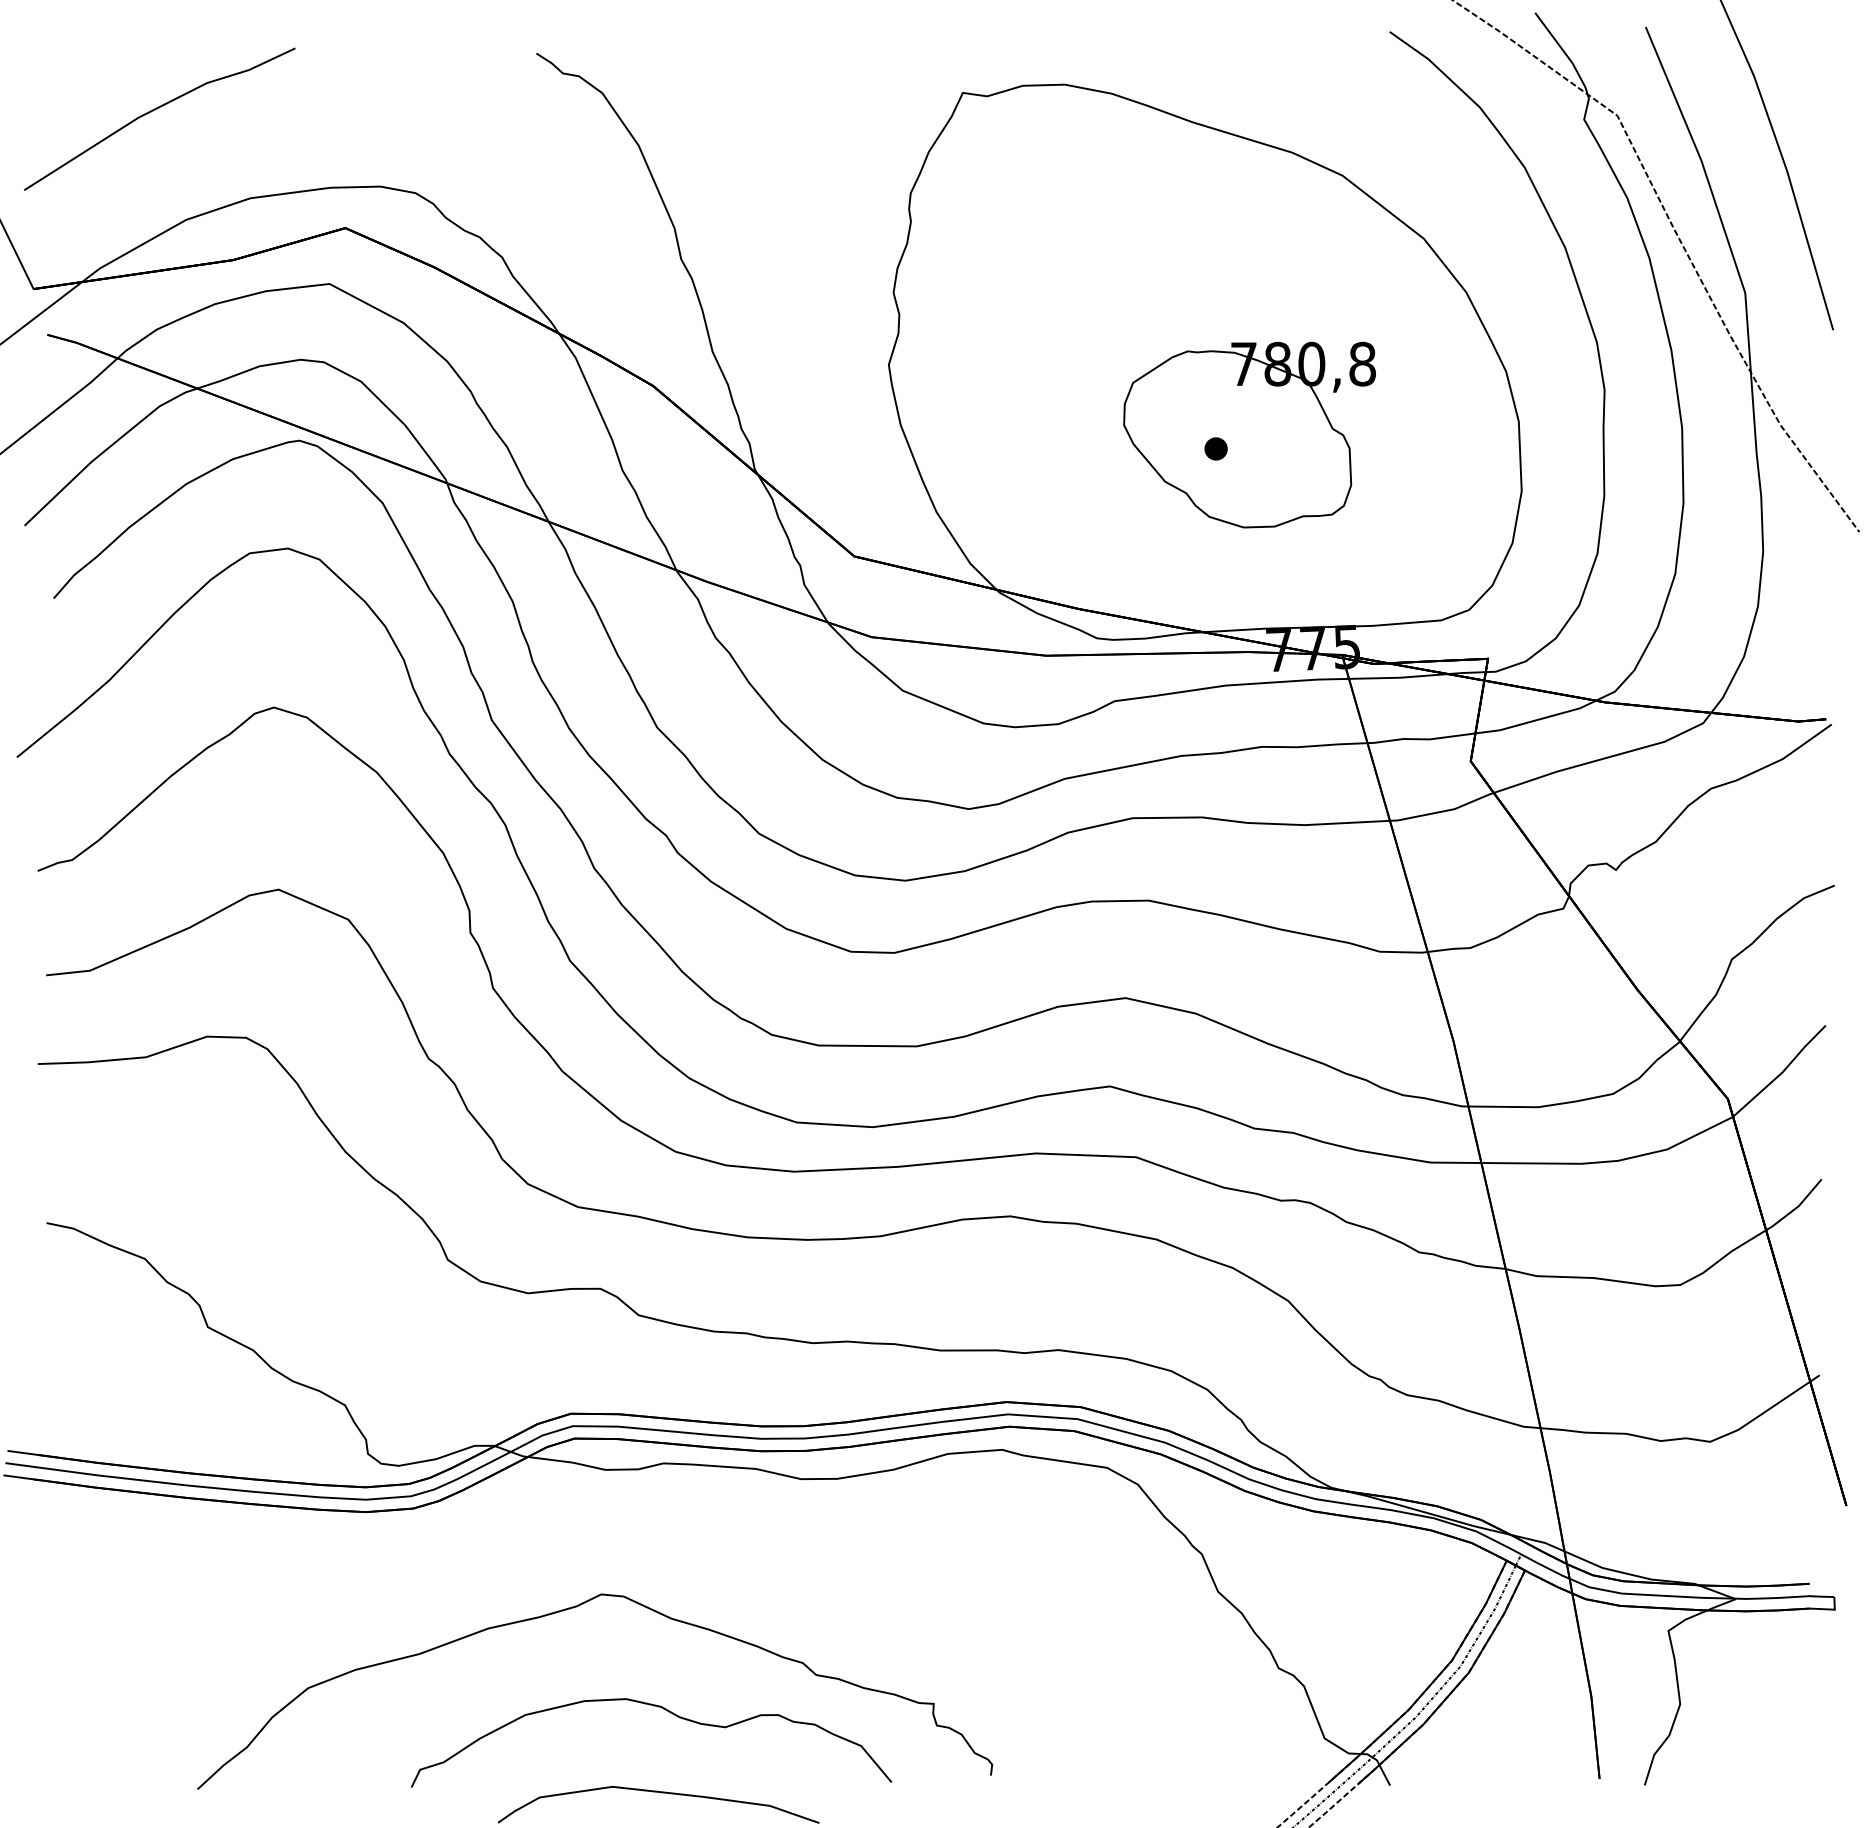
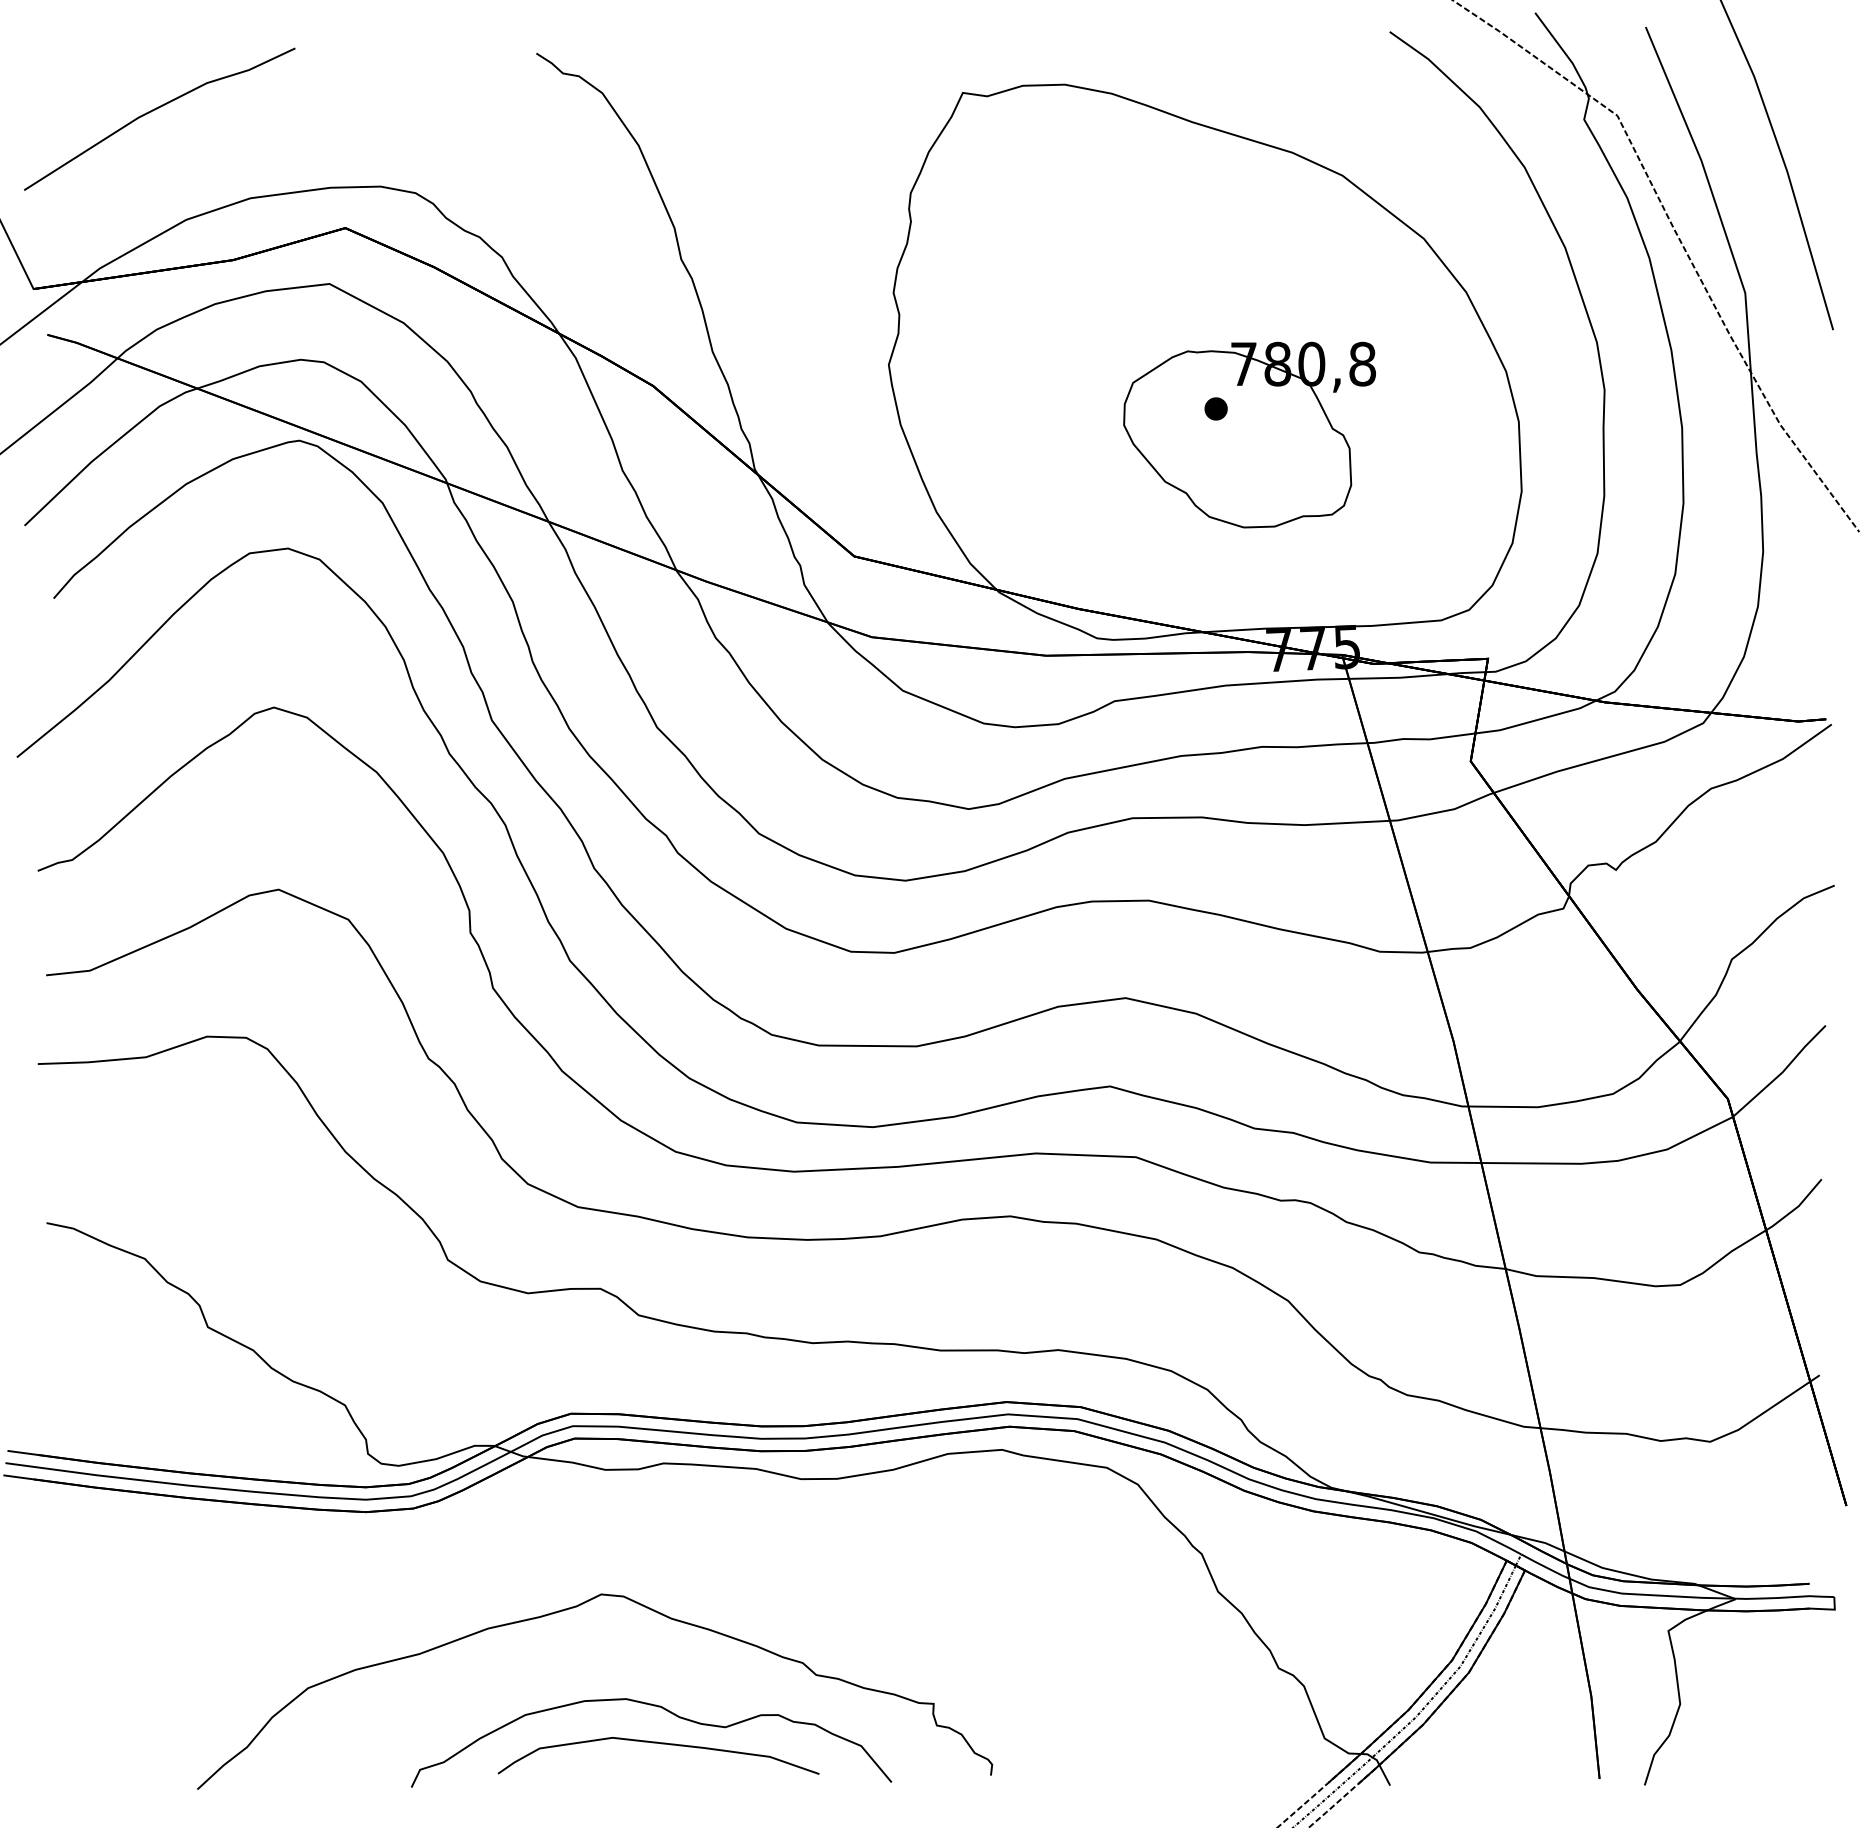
part at (1215, 448) position: (1215, 448) -> (1215, 408)
curve at (661, 1793) position: (661, 1793) -> (661, 1744)
